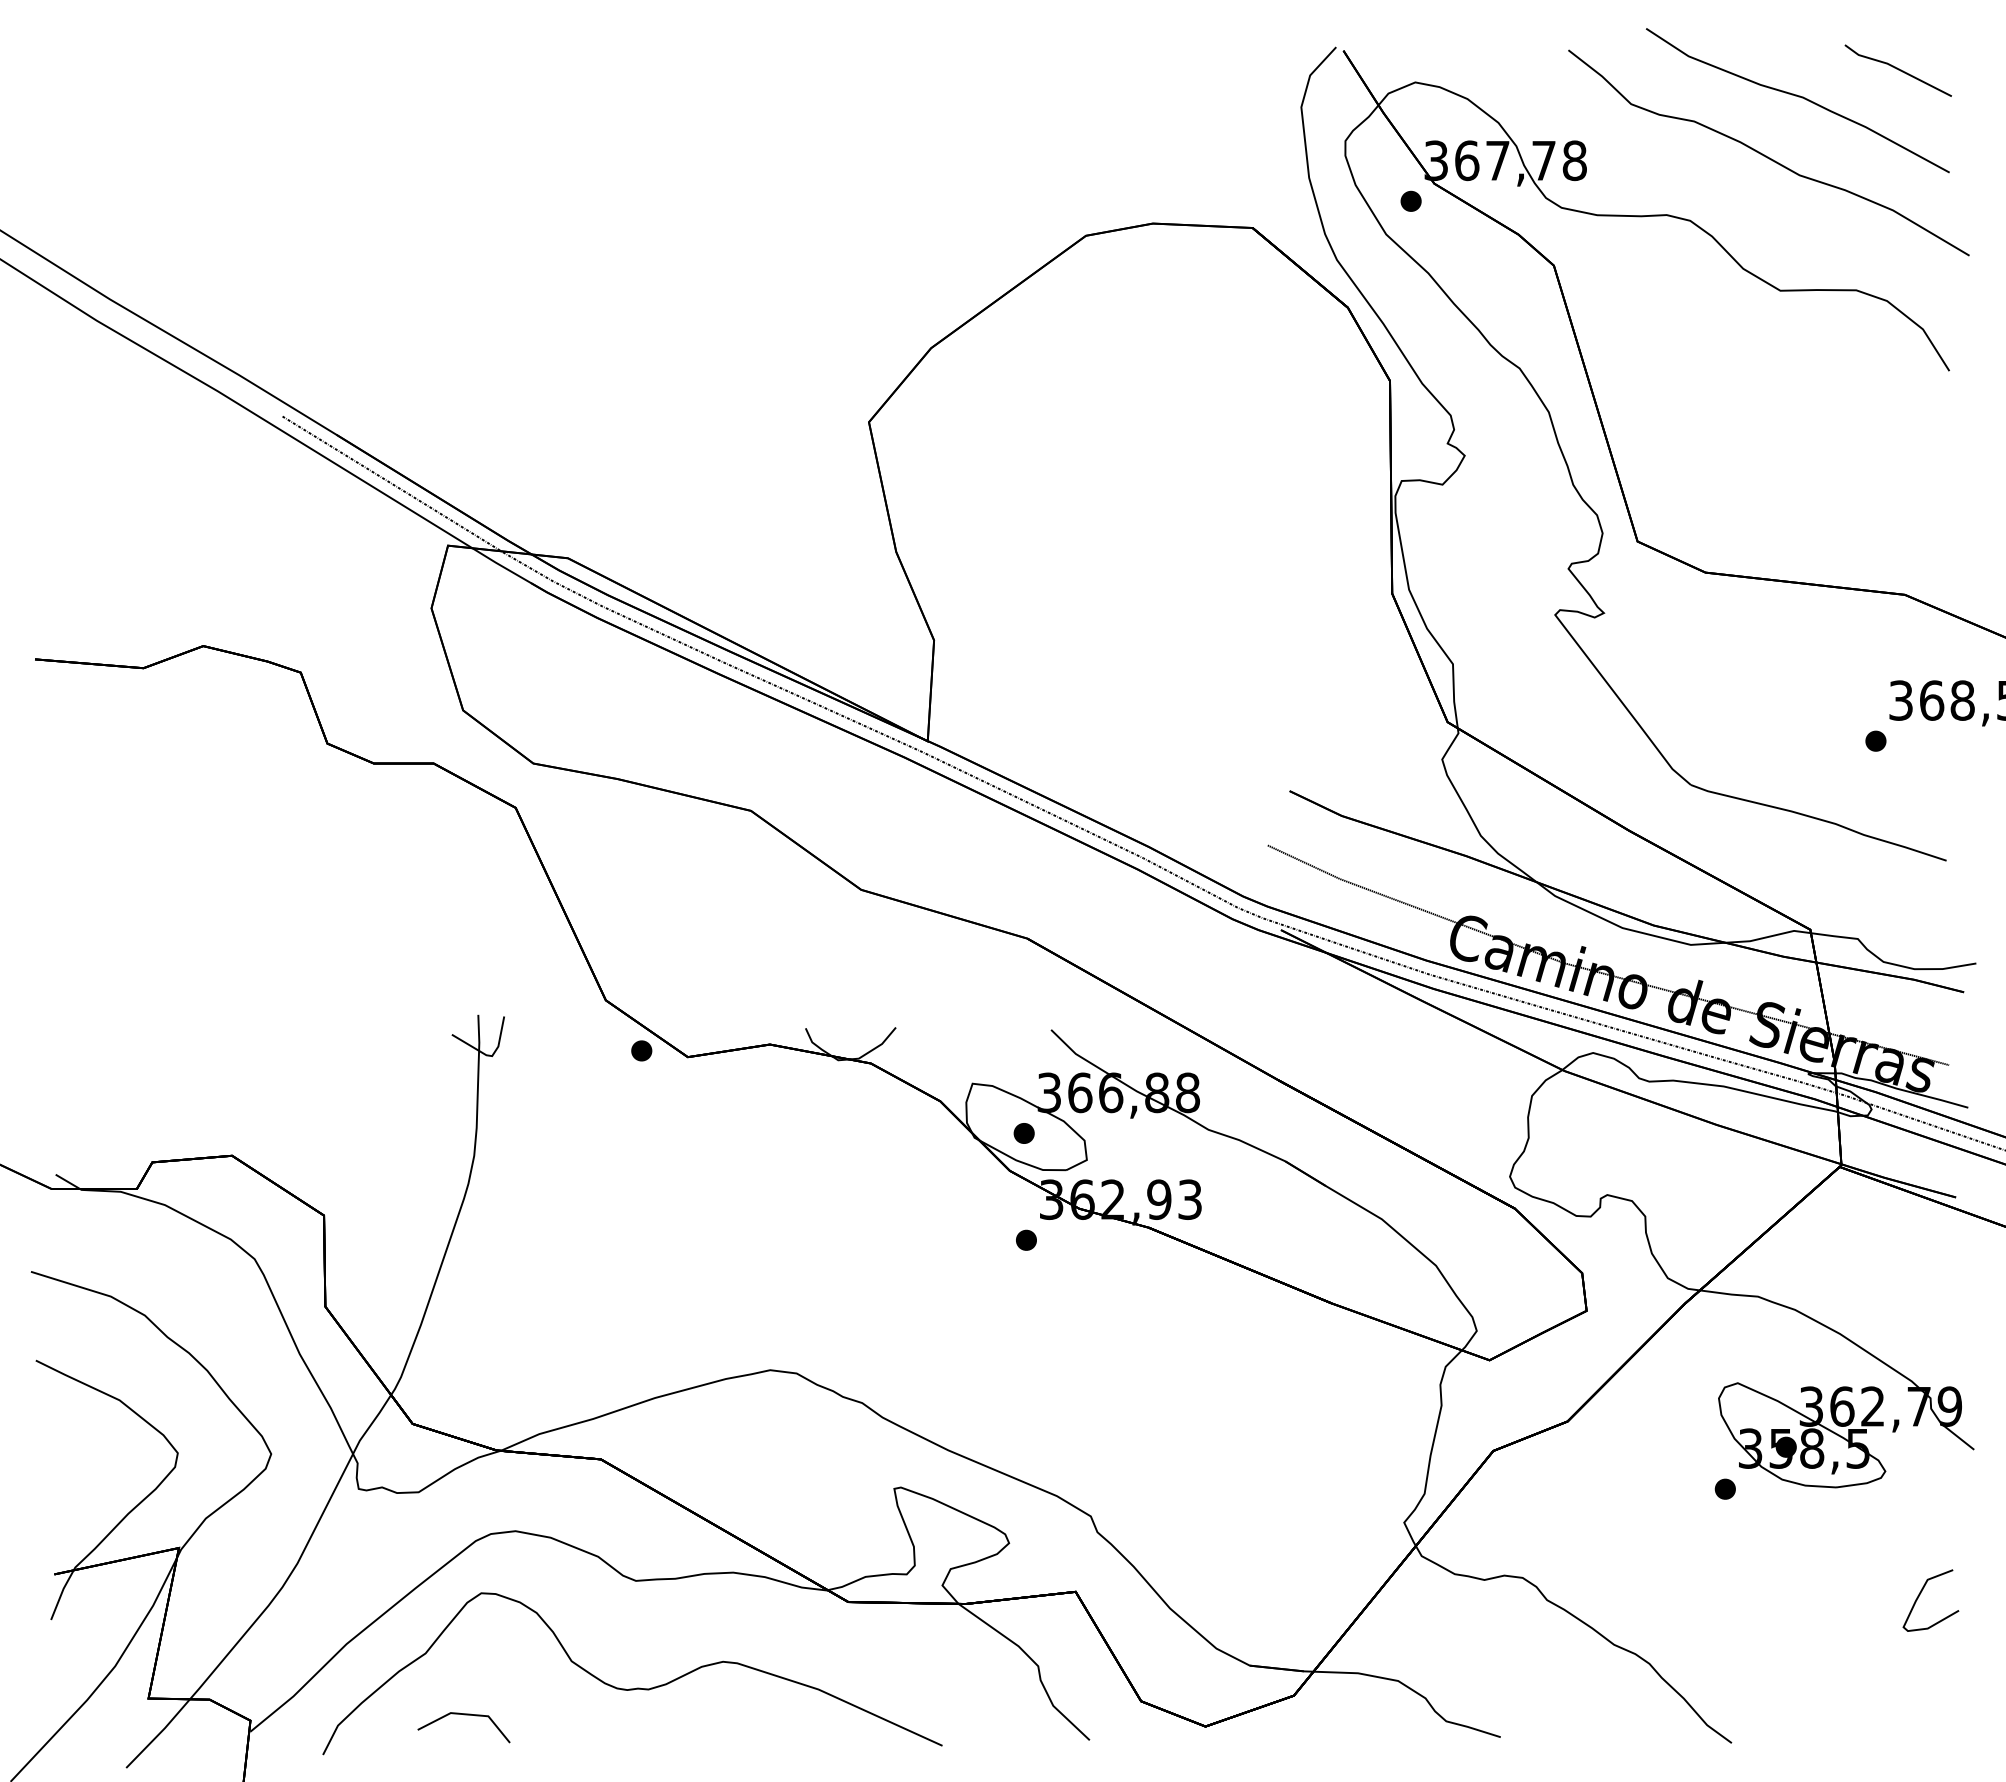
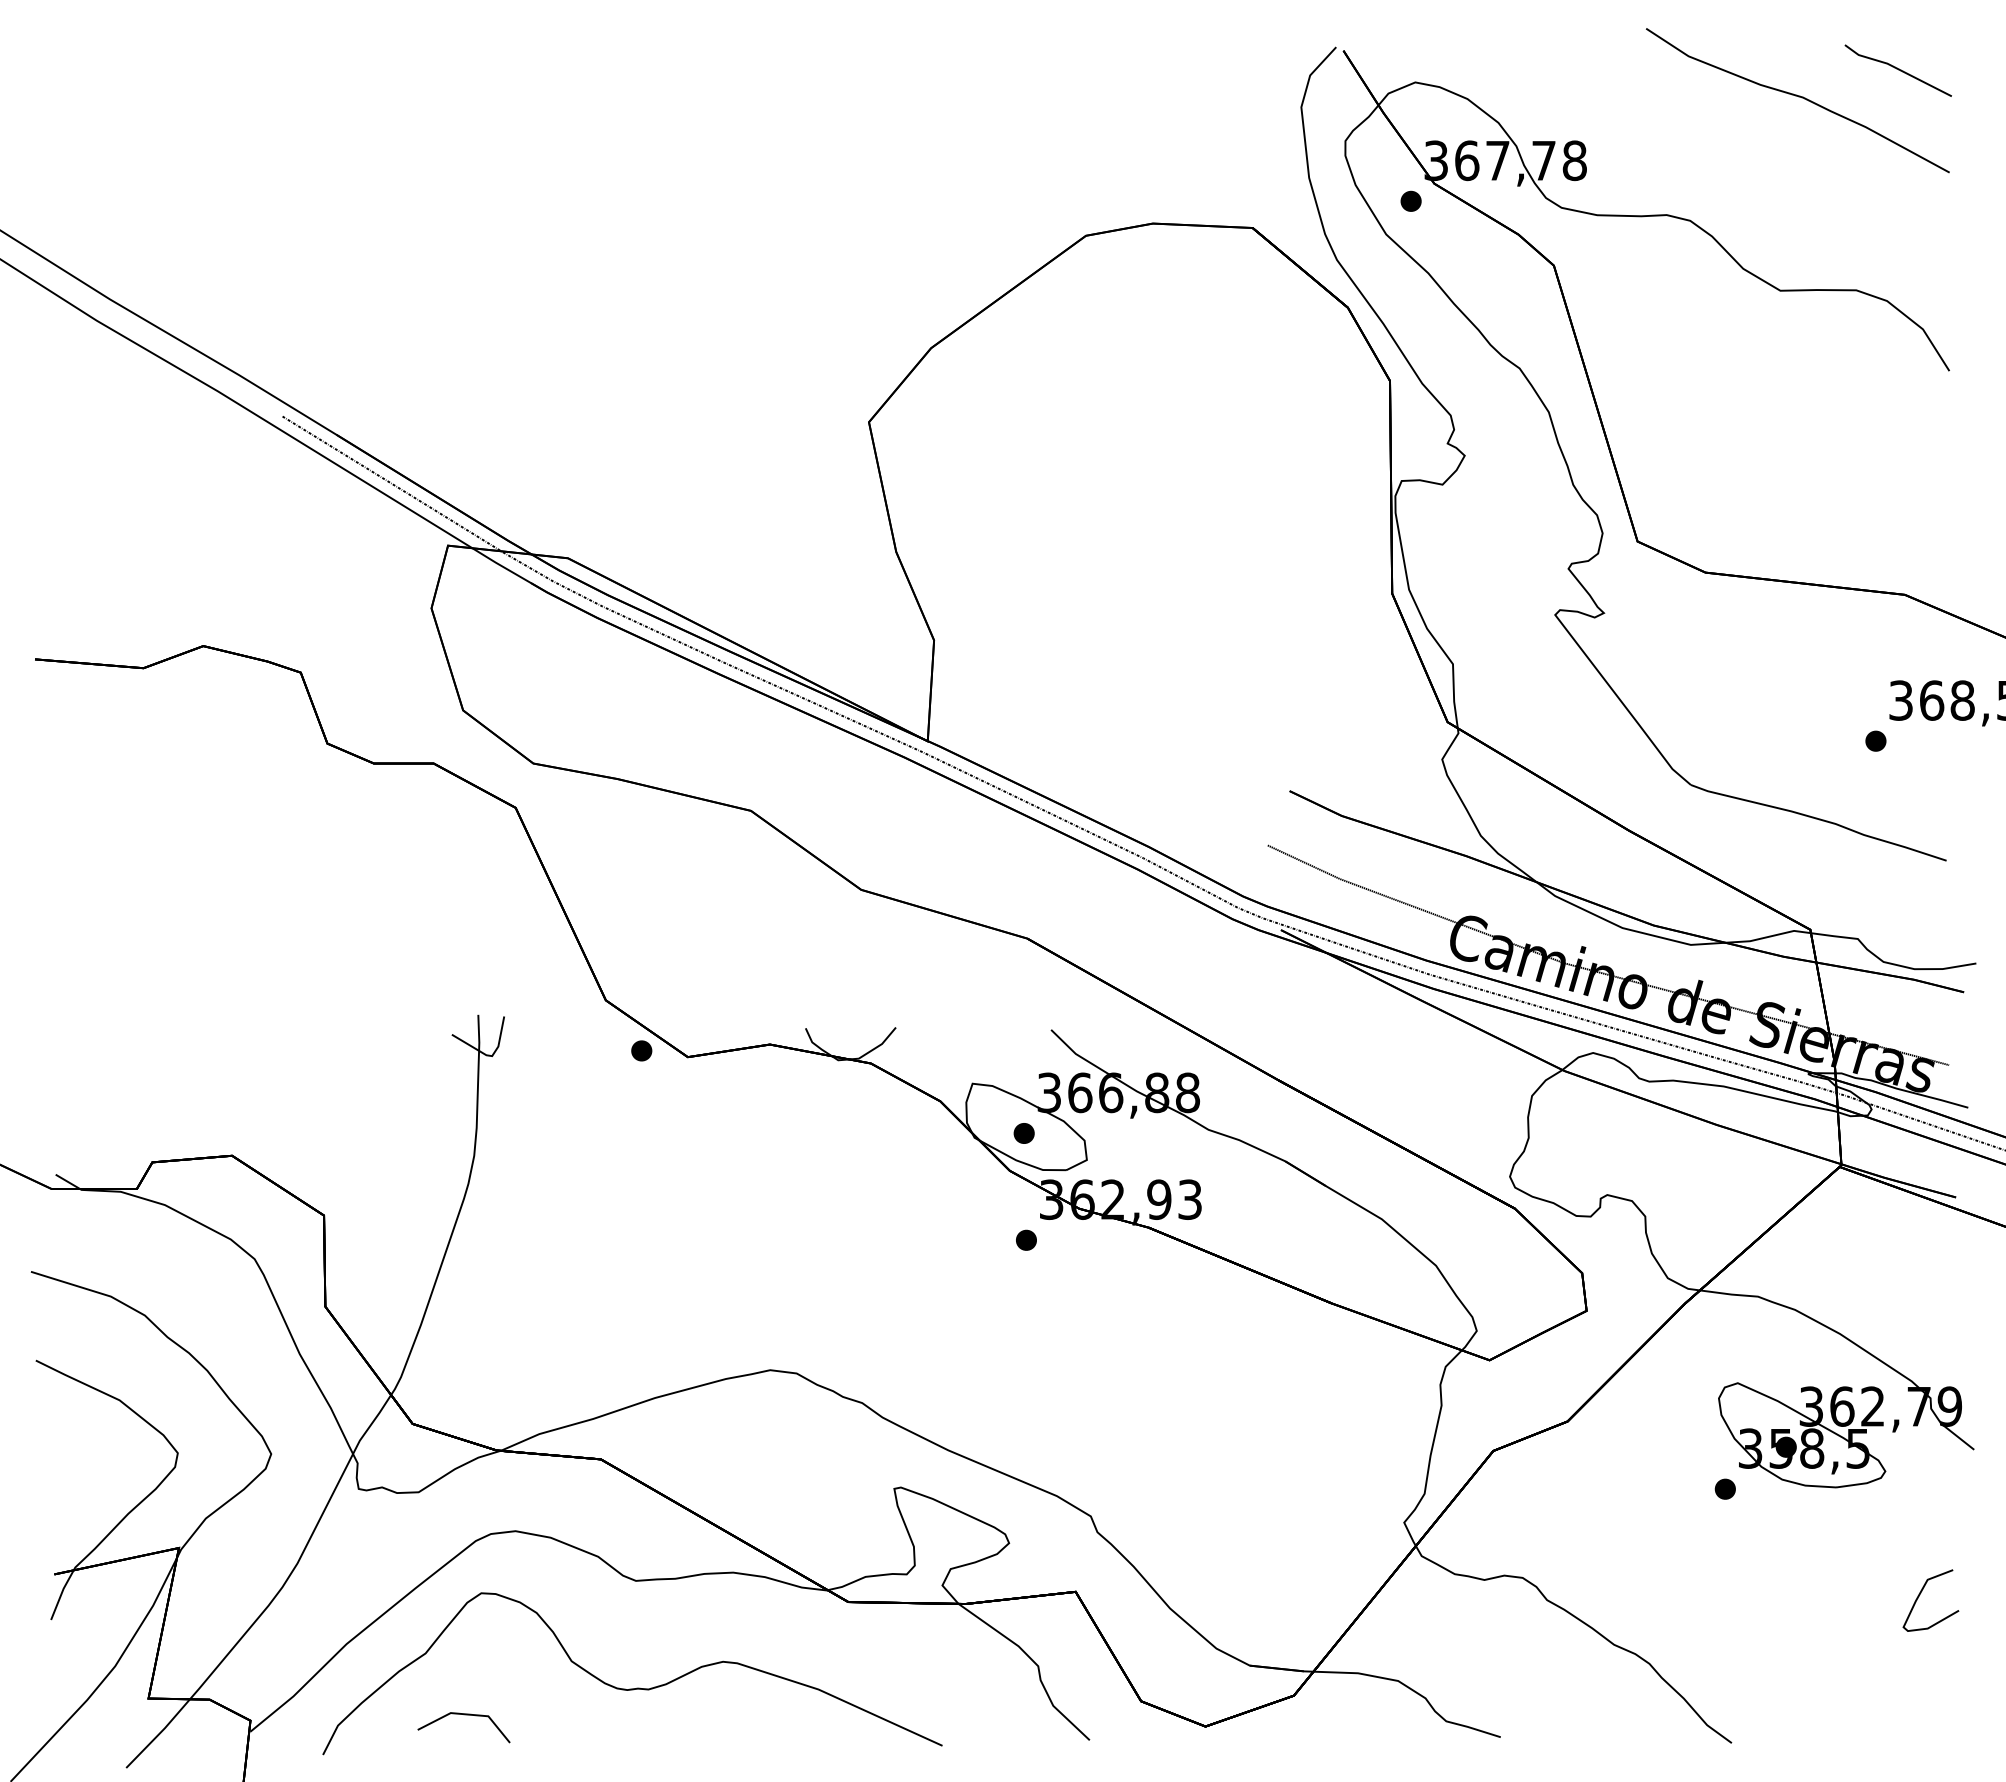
curve at (1766, 155): present -> none
